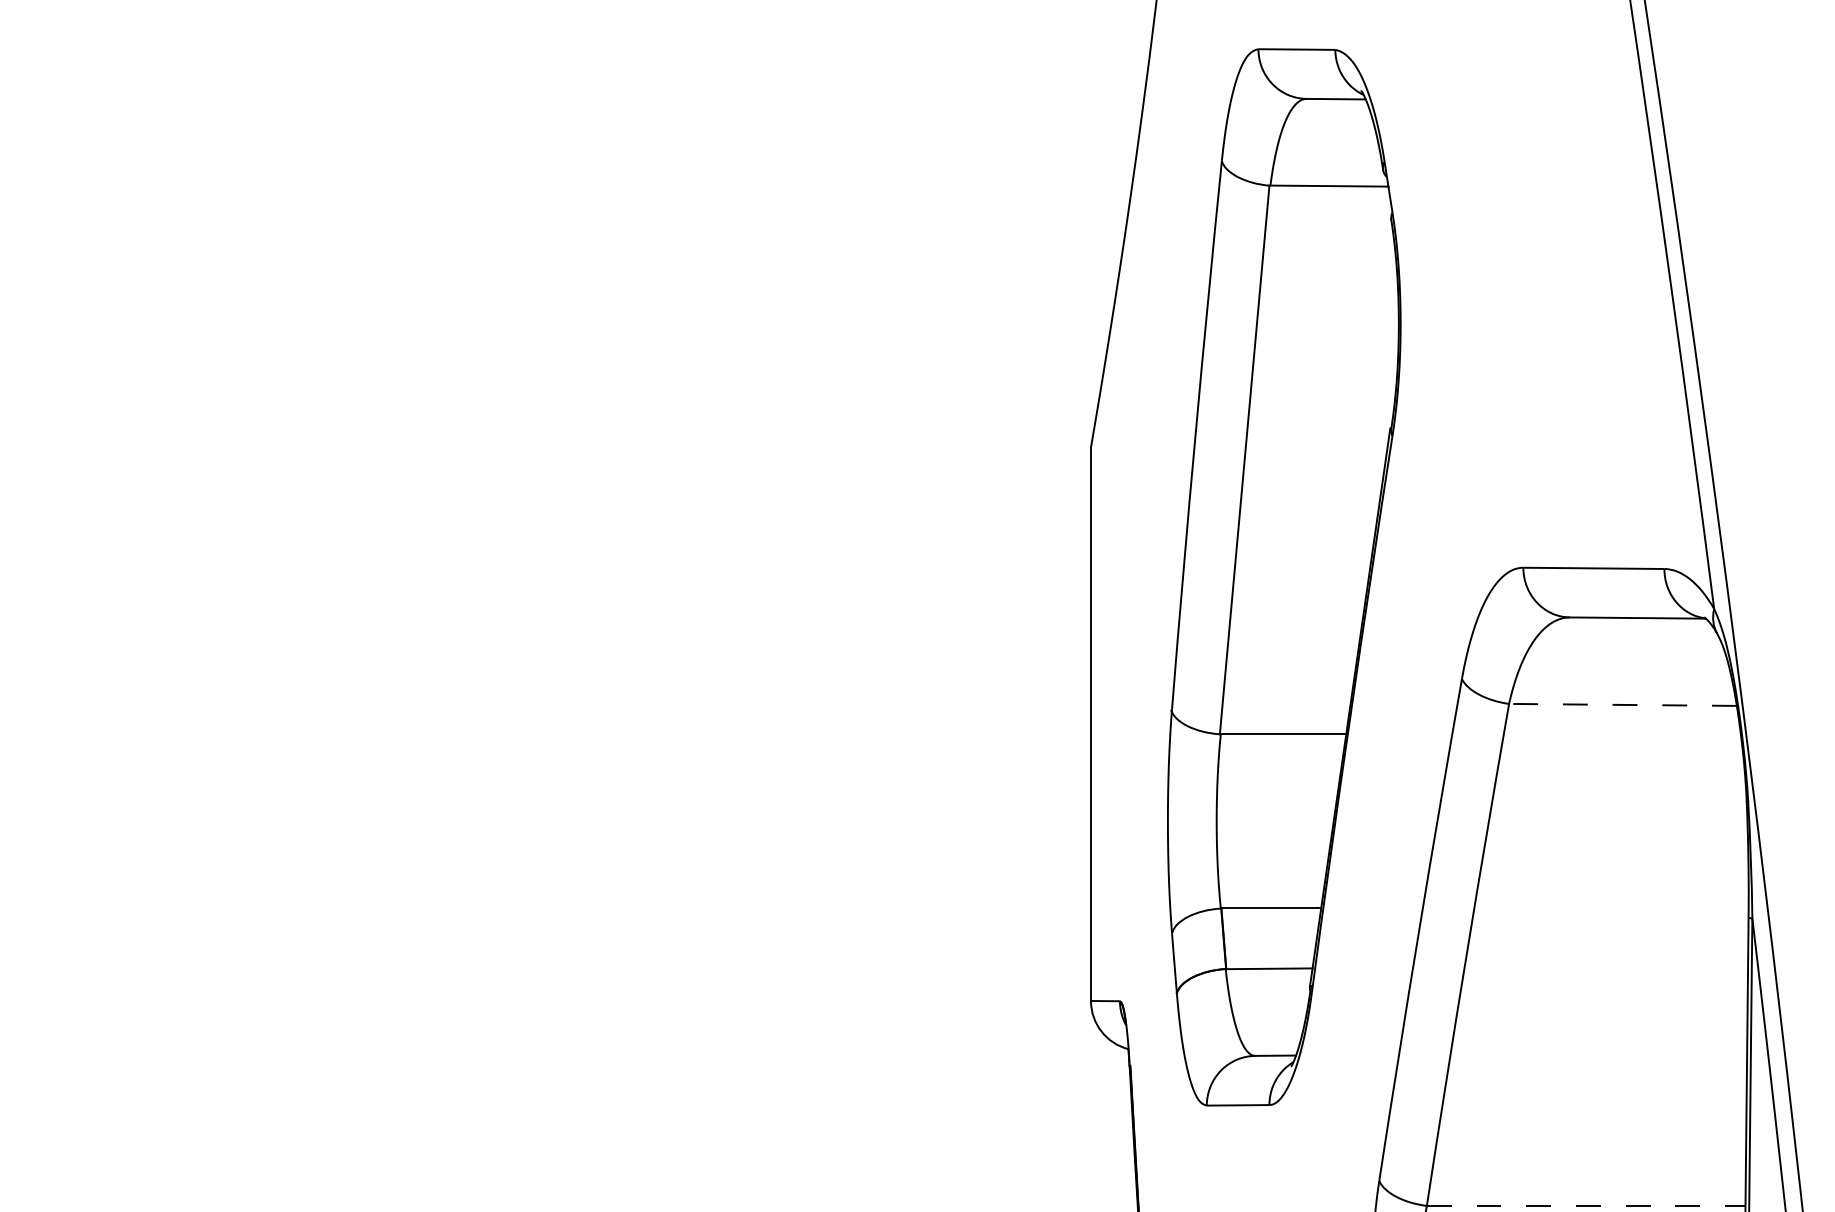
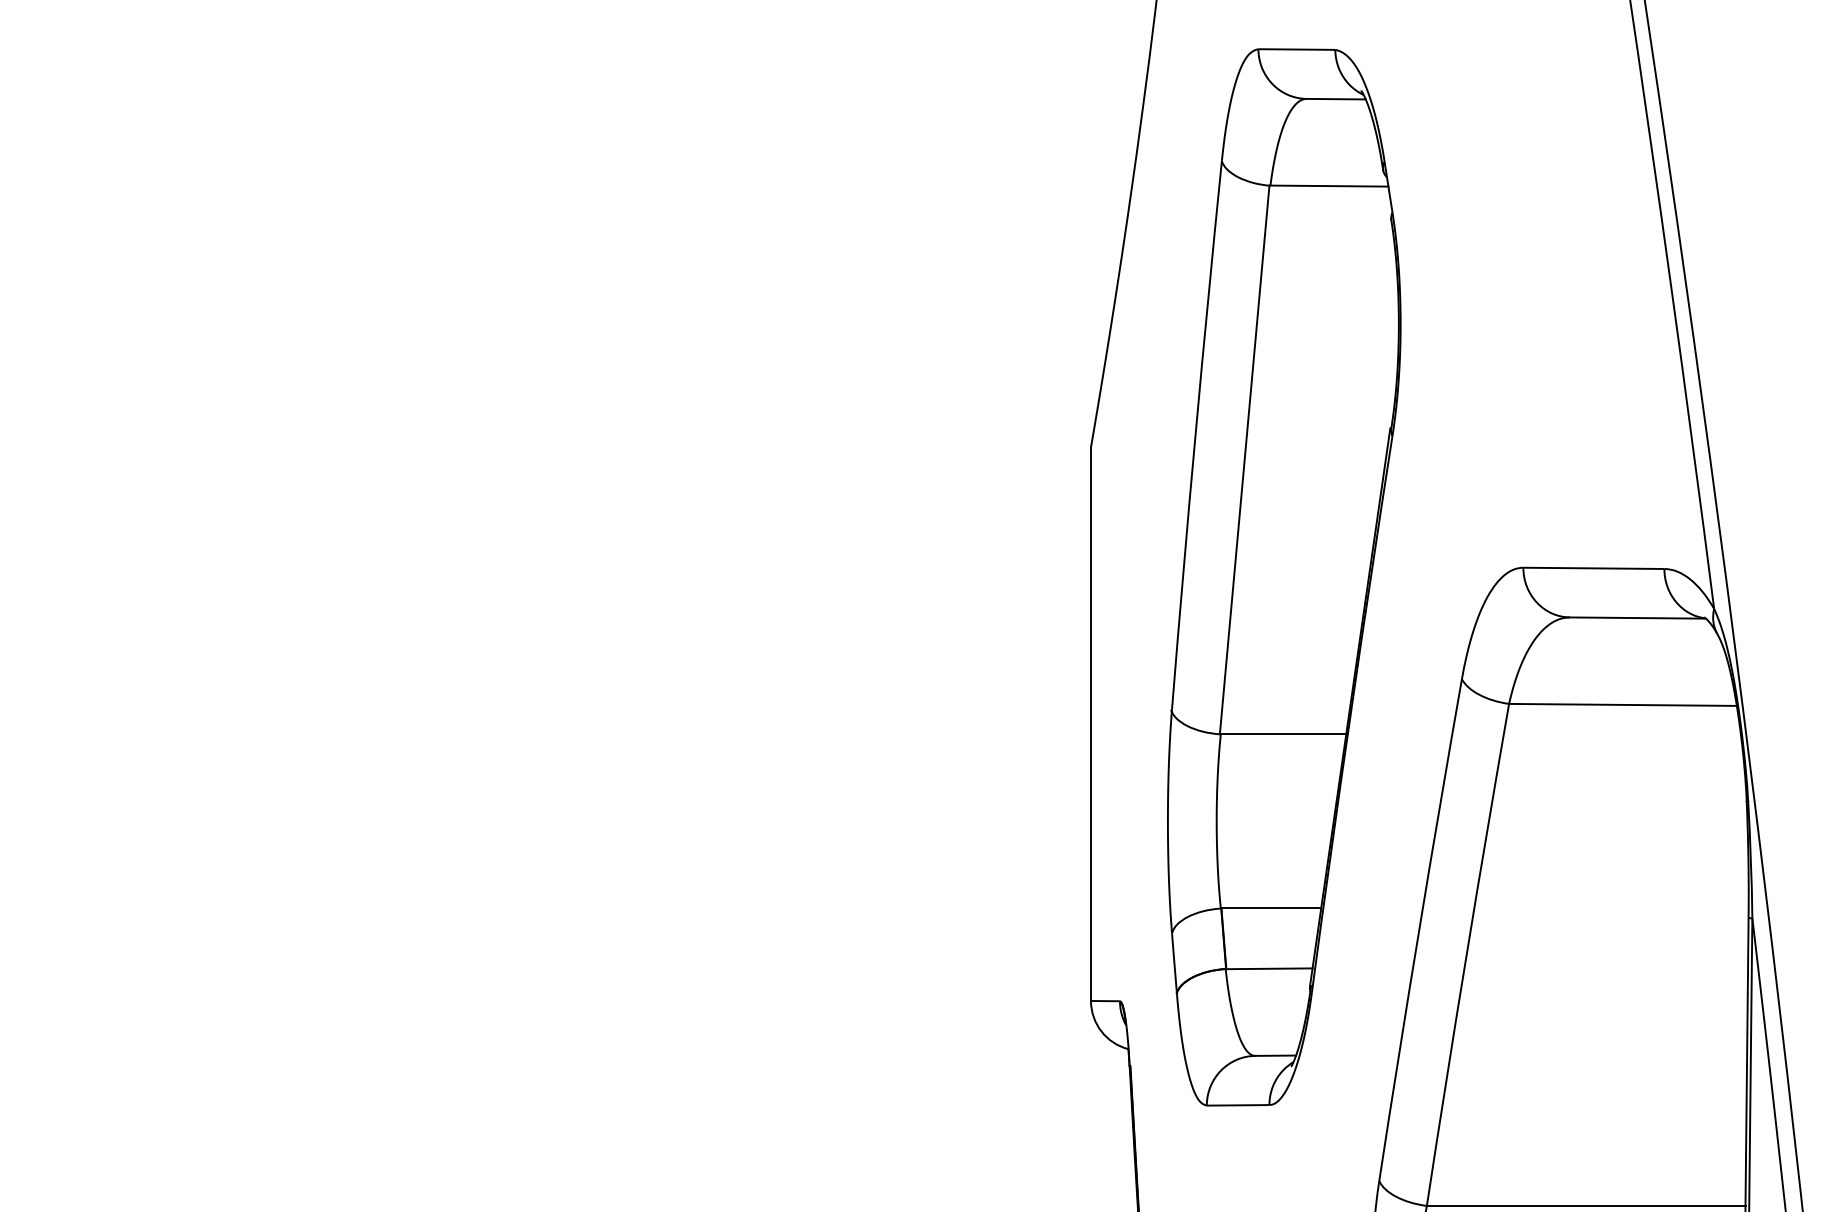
line at (1623, 704): dashed -> solid
line at (1586, 1205): dashed -> solid
